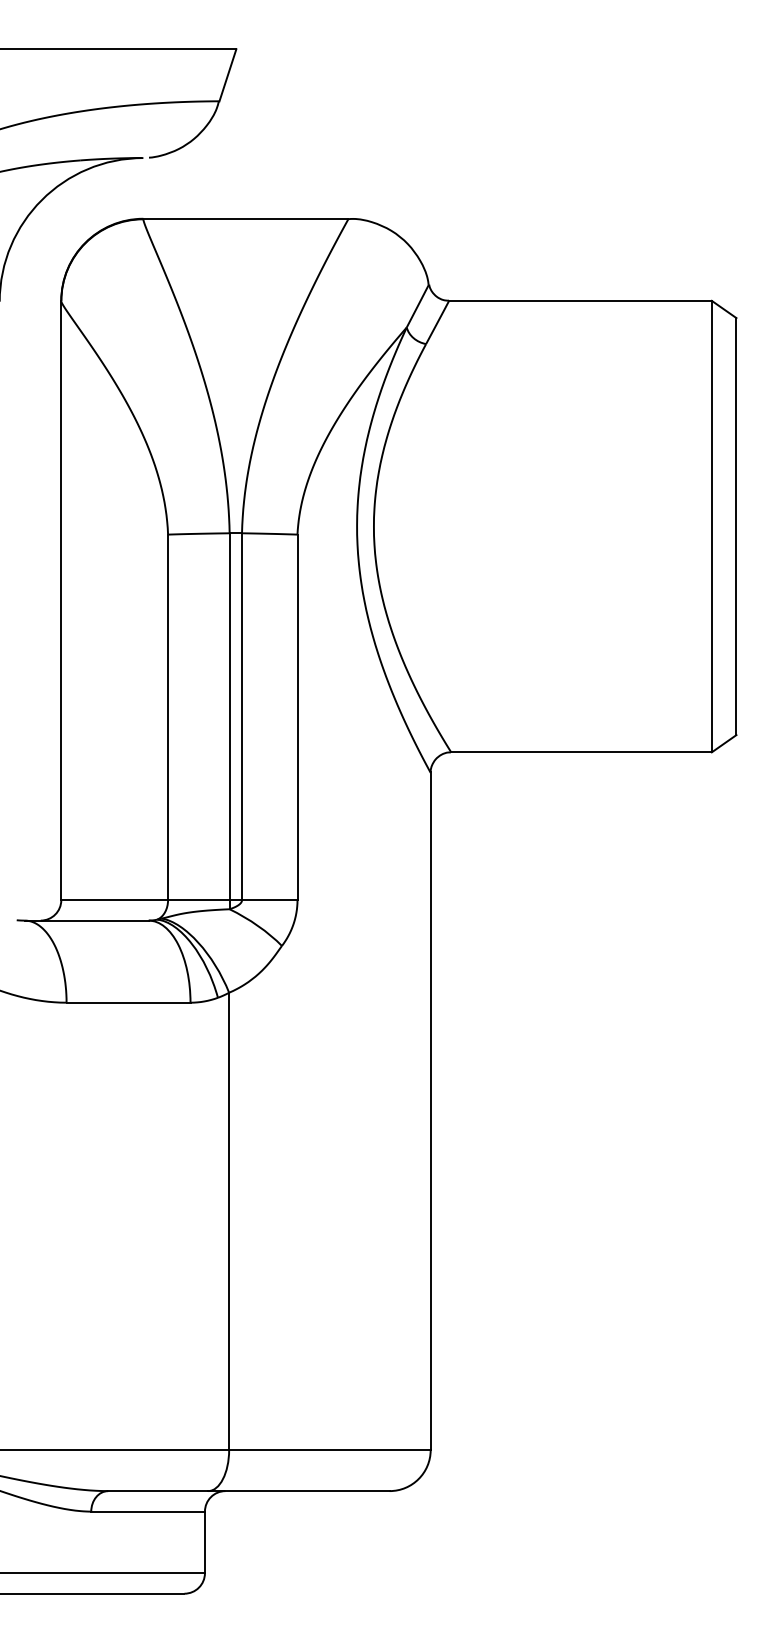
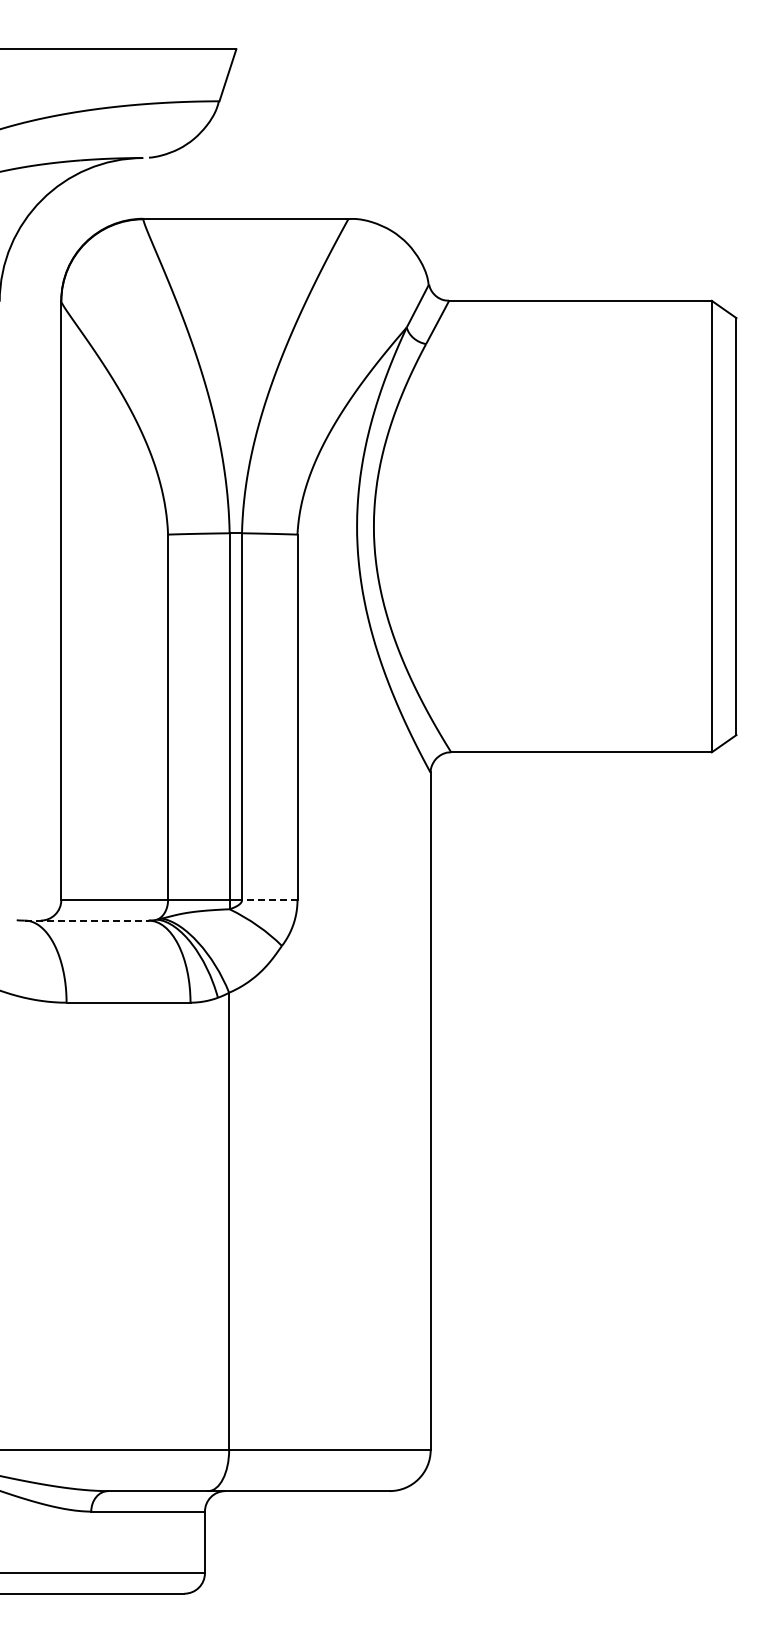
line at (269, 900): solid -> dashed
line at (86, 920): solid -> dashed
